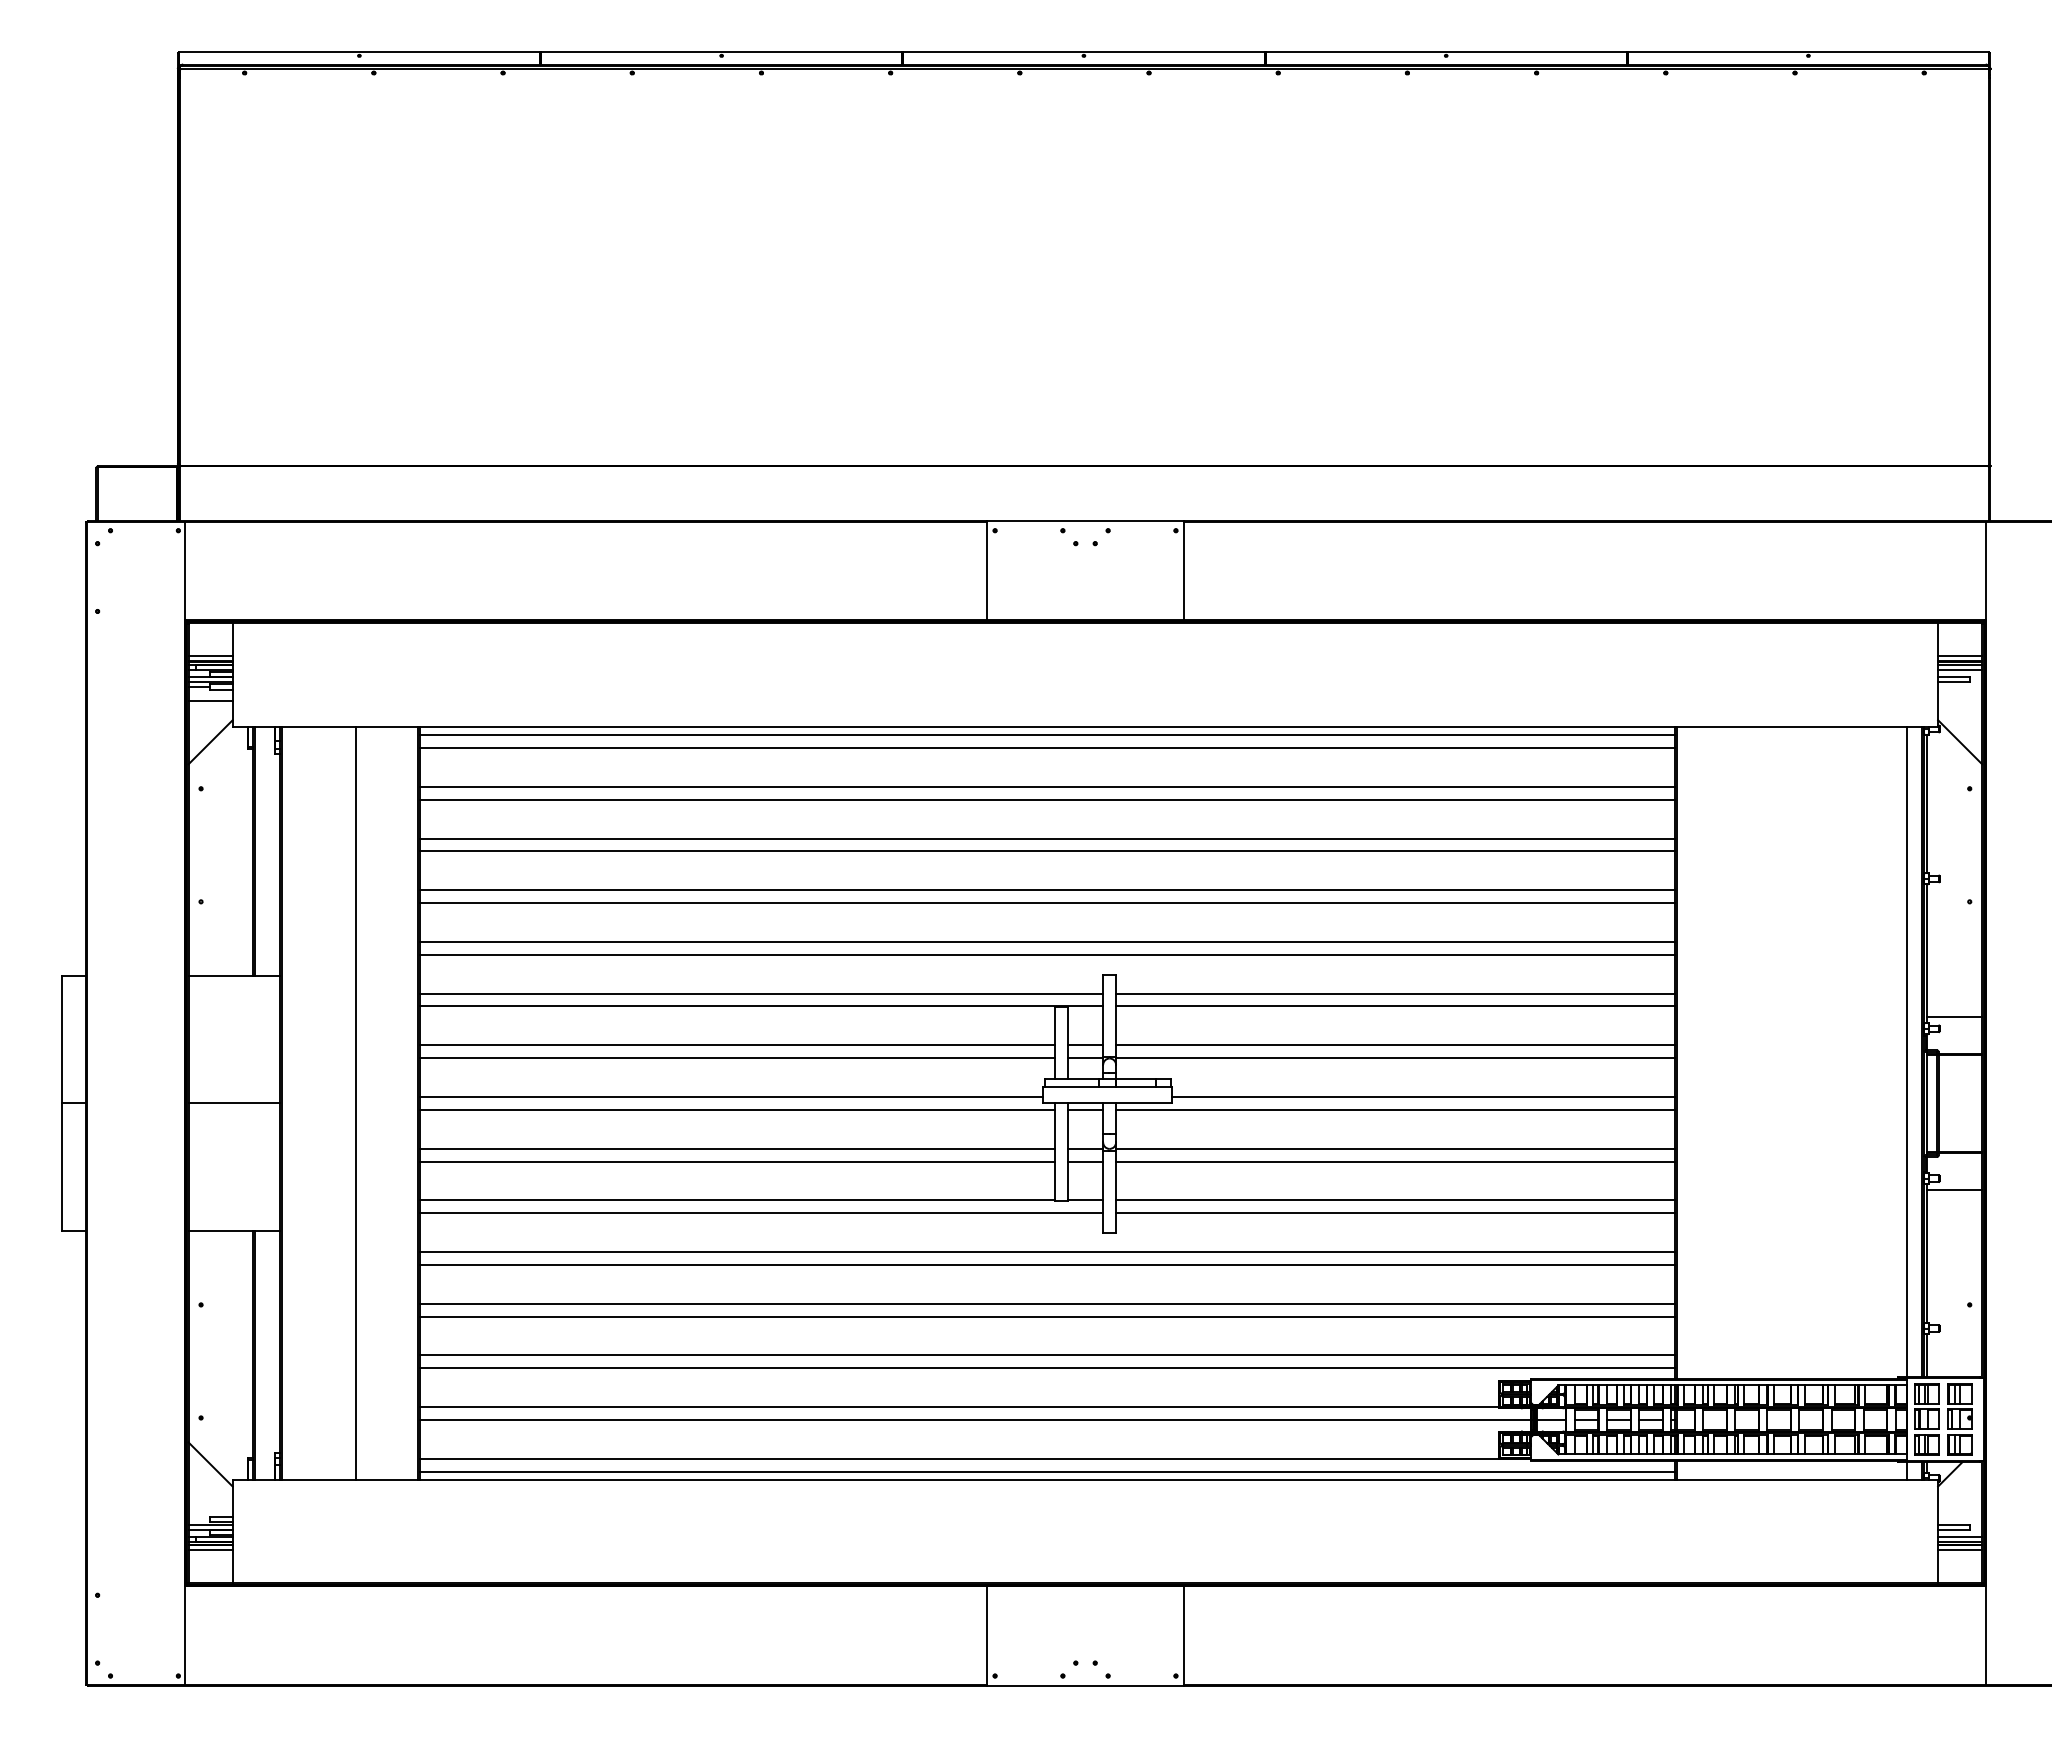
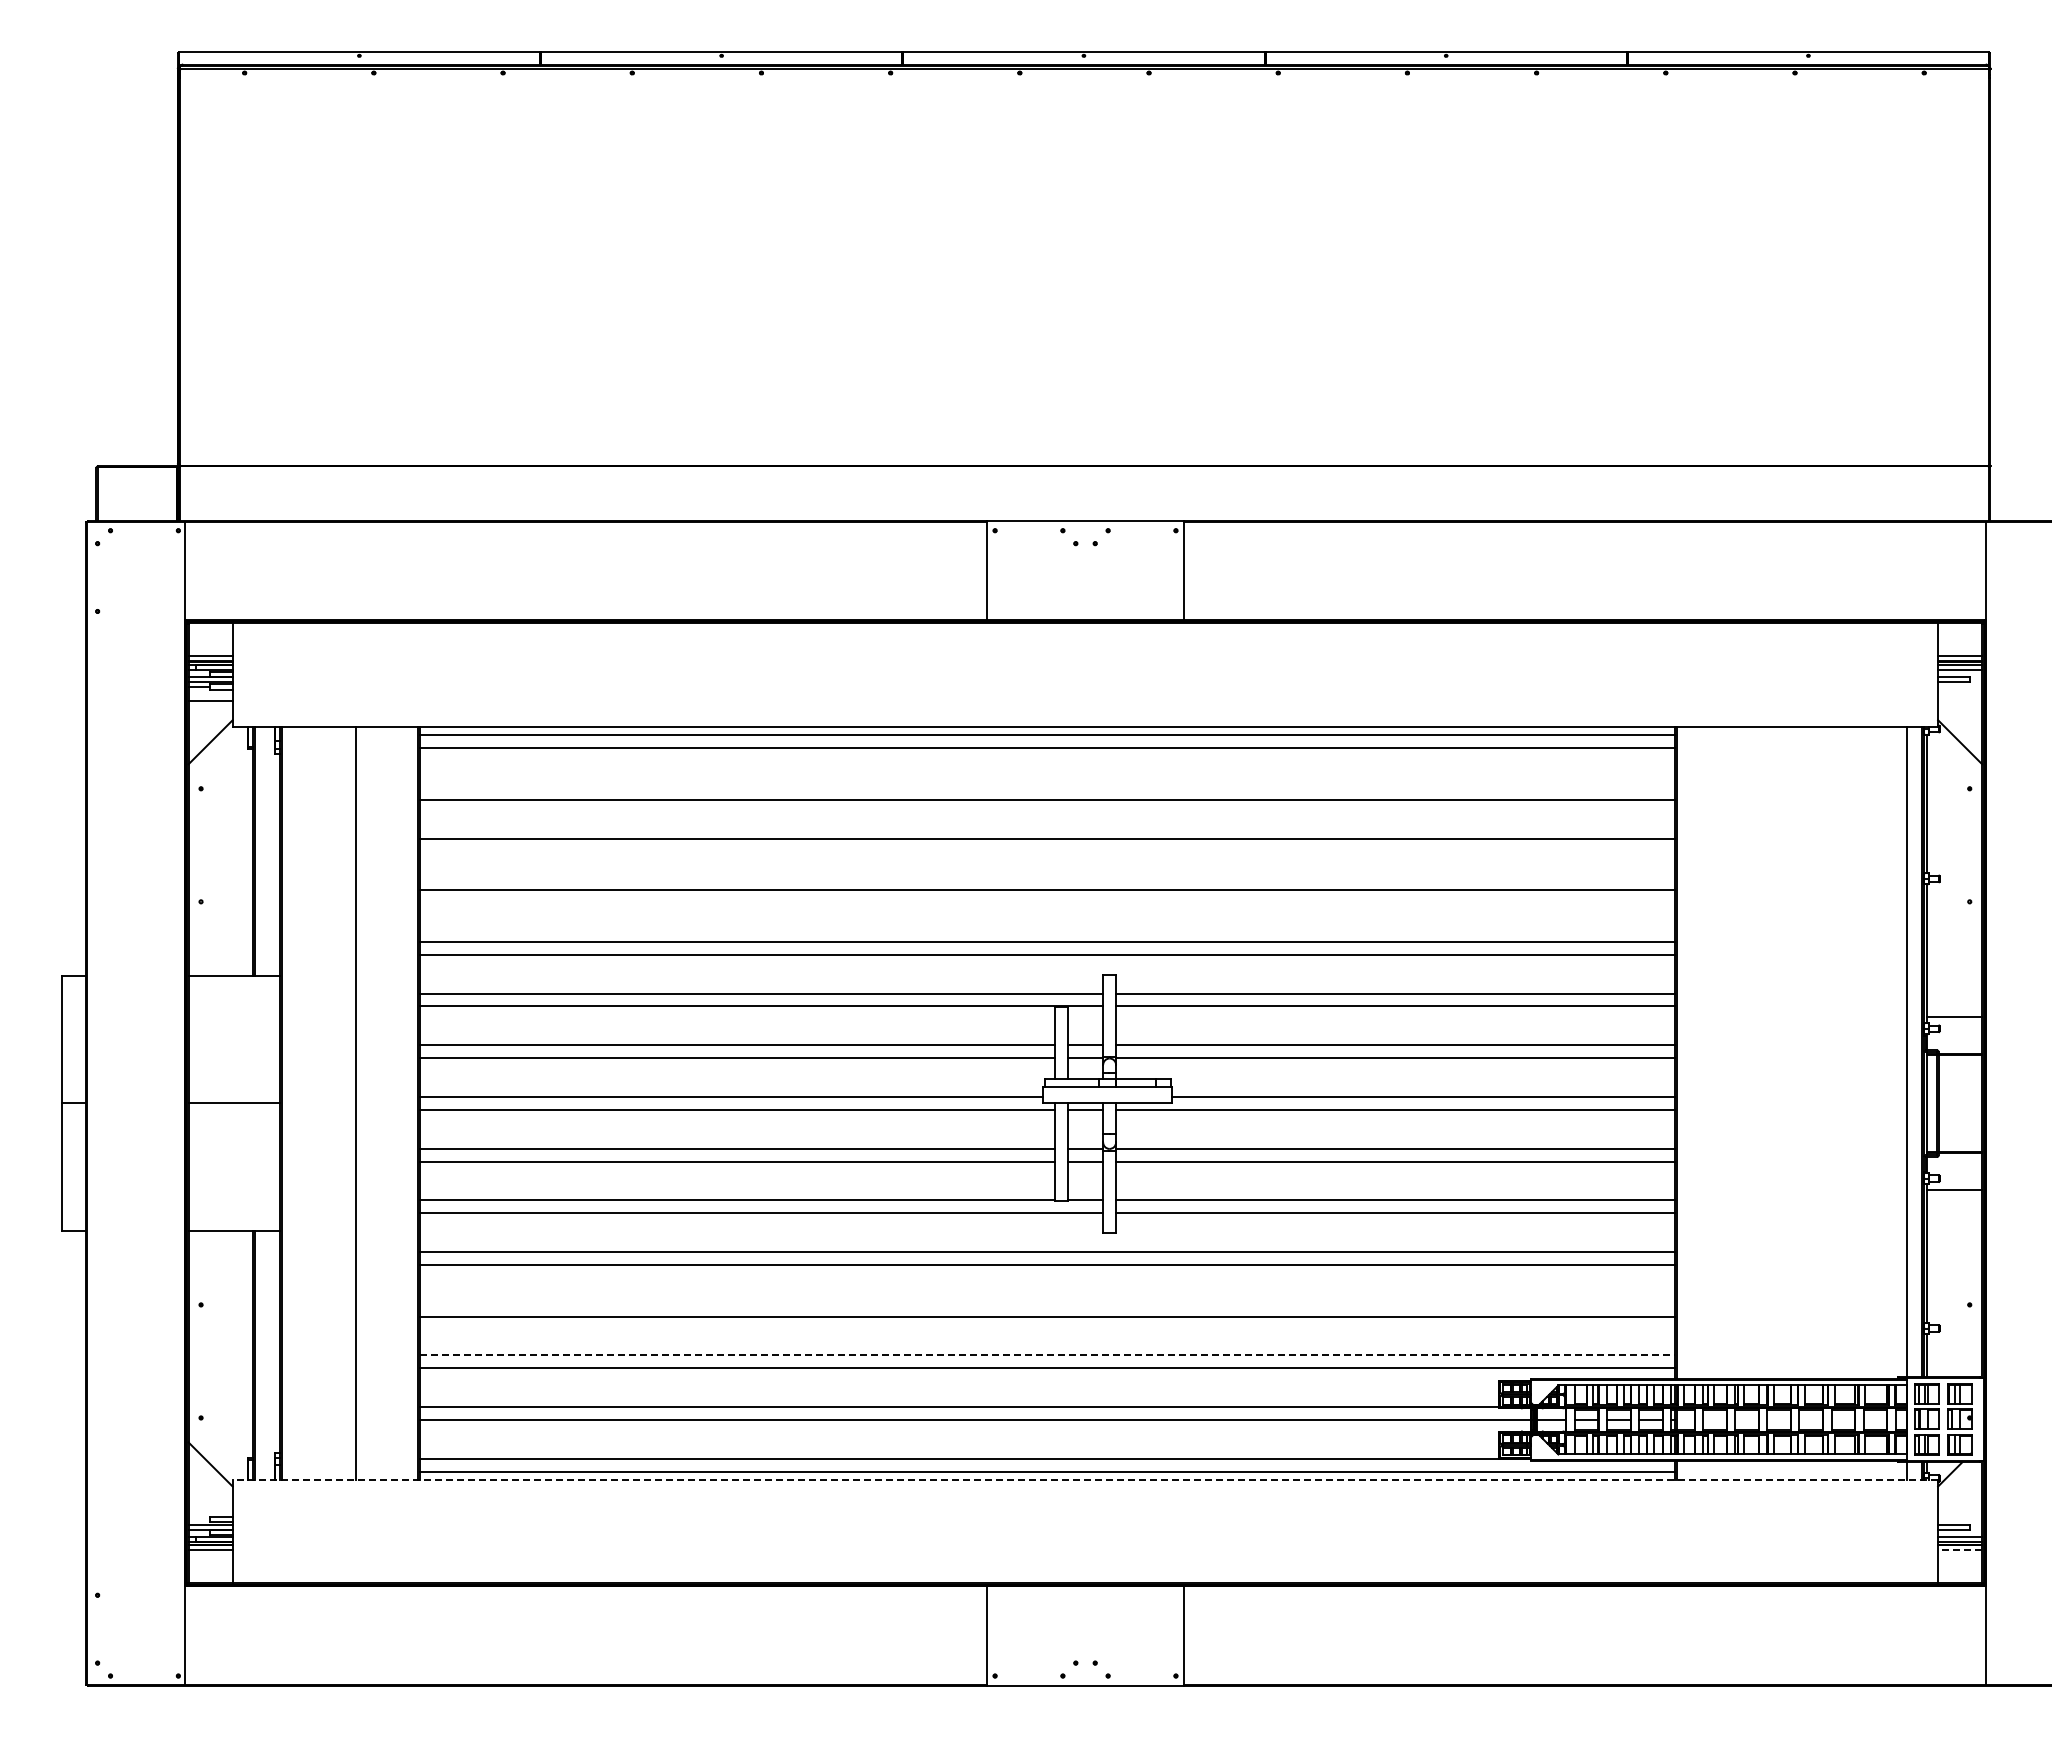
line at (1047, 786): present -> none
line at (1047, 851): present -> none
line at (1047, 903): present -> none
line at (1047, 1303): present -> none
line at (1048, 1355): solid -> dashed
line at (1085, 1479): solid -> dashed
line at (1959, 1550): solid -> dashed
